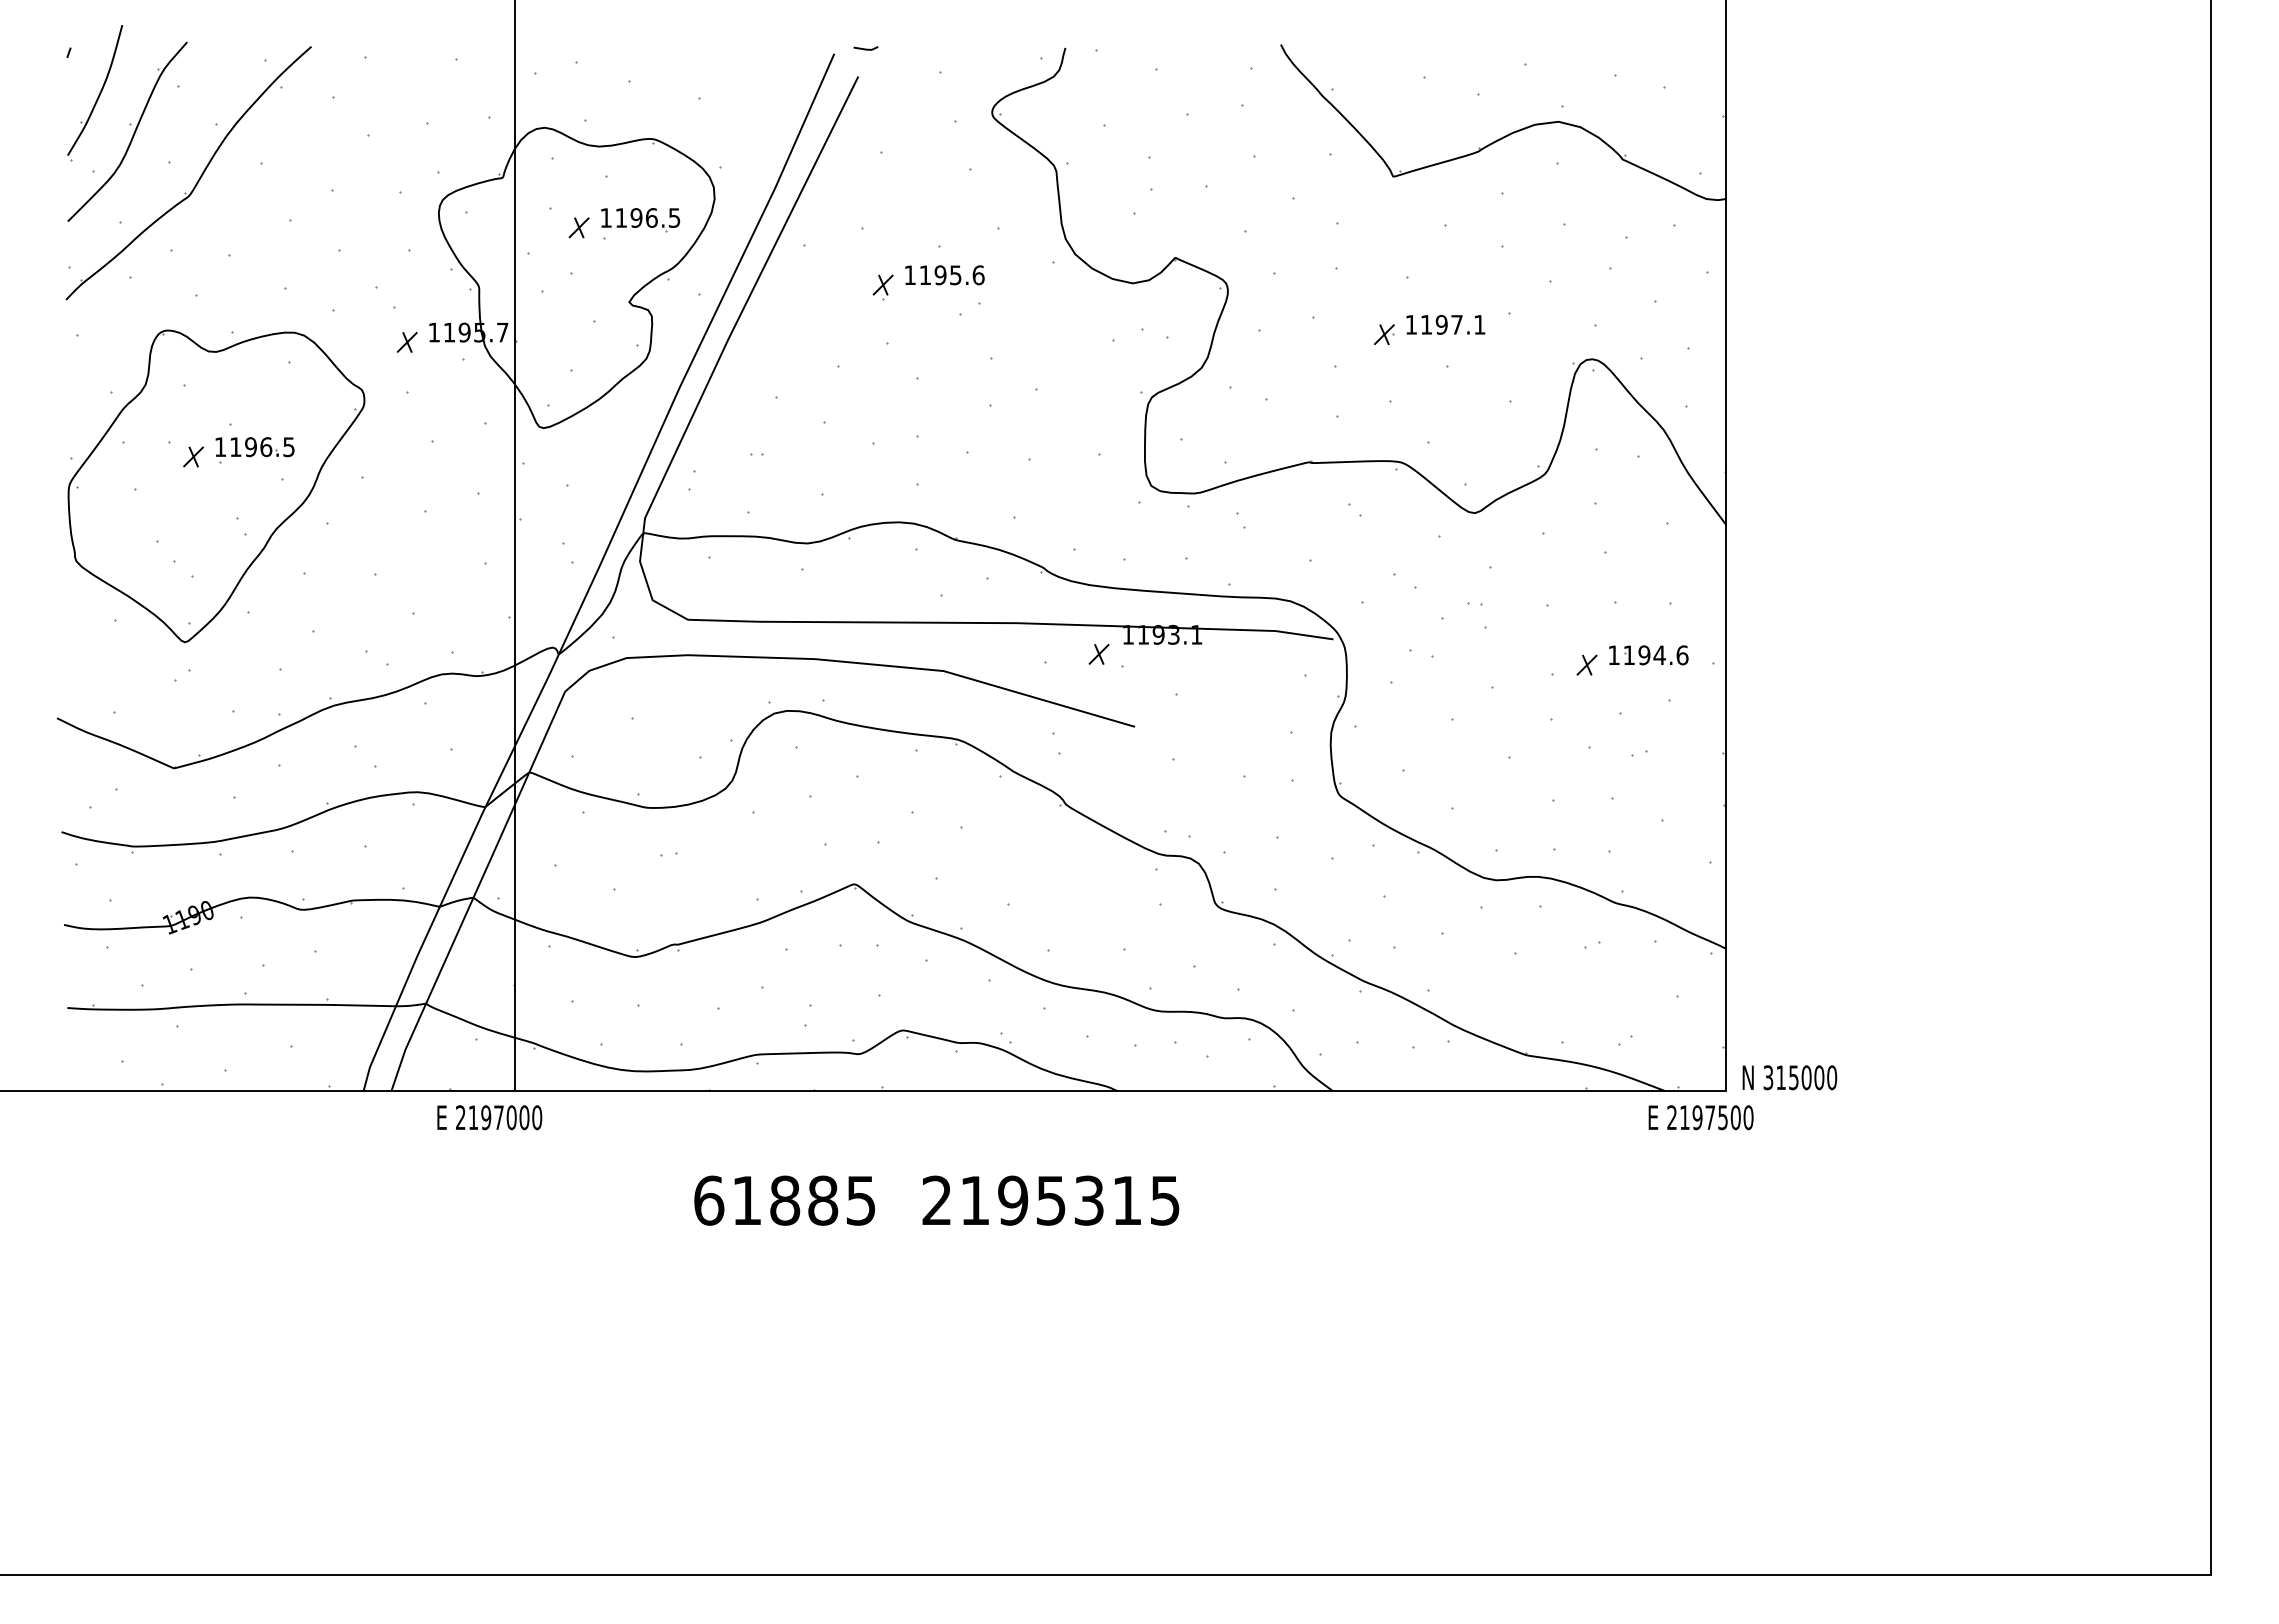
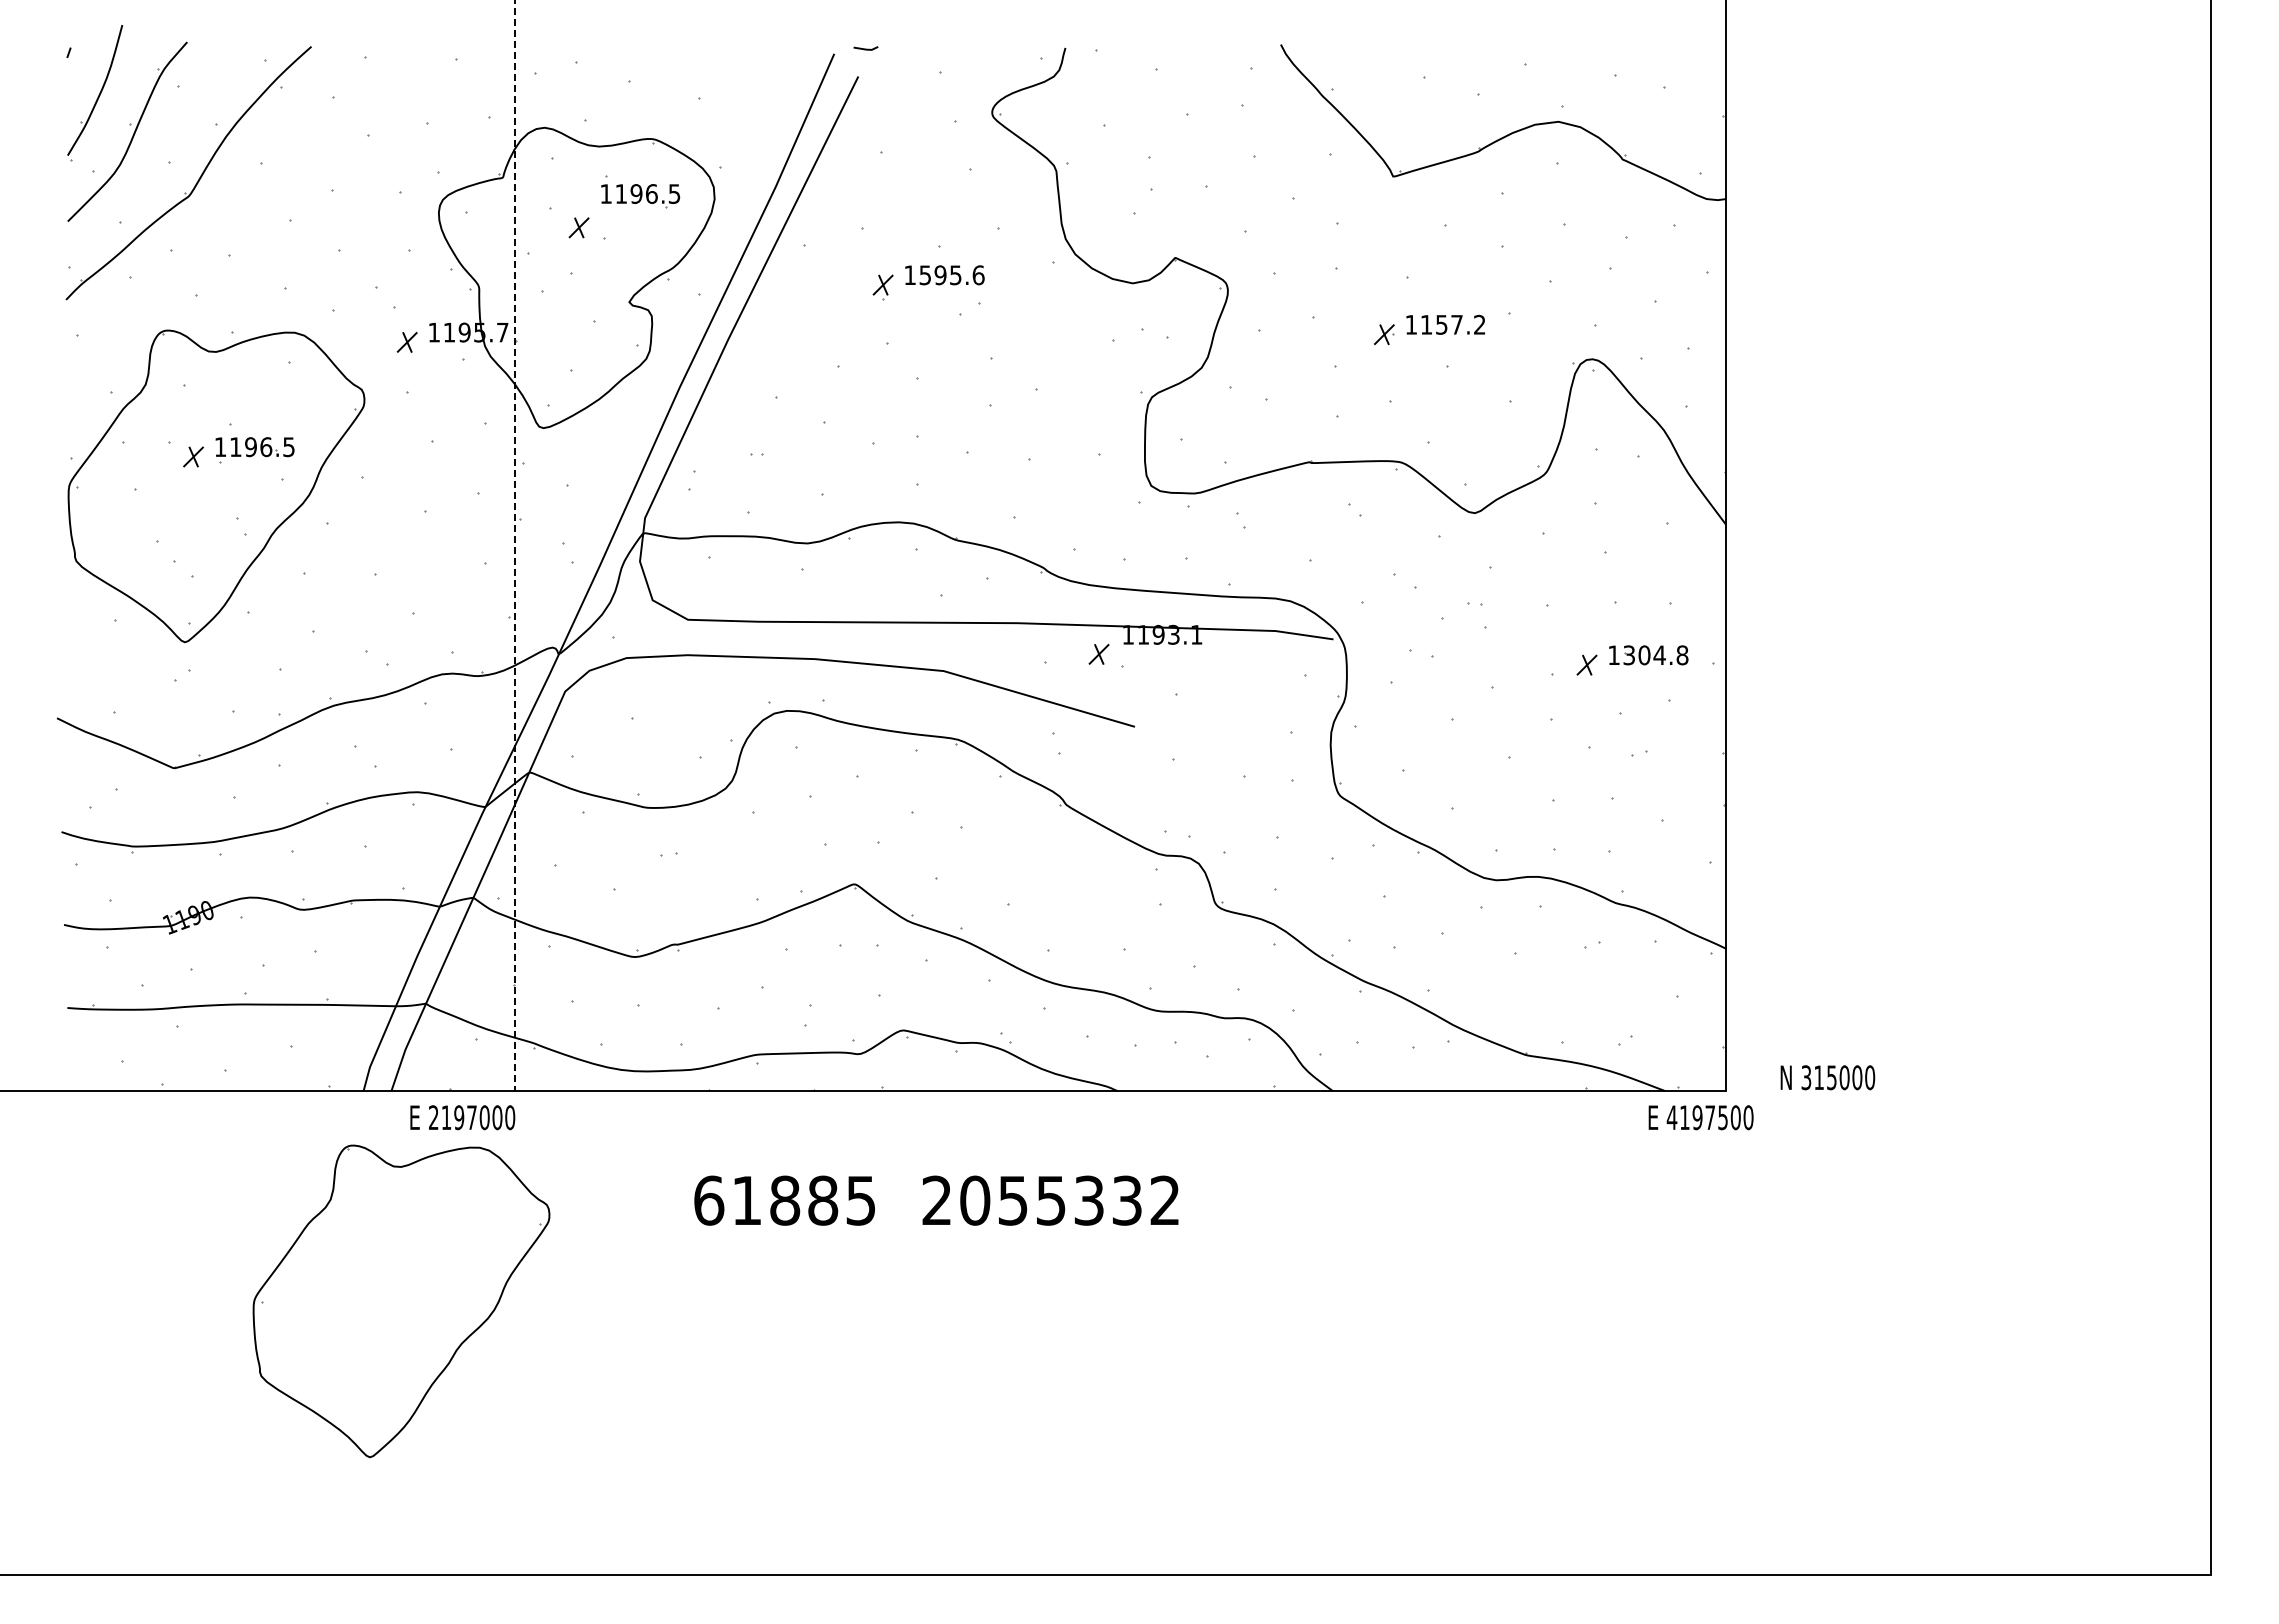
part at (640, 220) position: (640, 220) -> (640, 196)
text at (924, 275): 1195.6 -> 1595.6
text at (1460, 324): 1197.1 -> 1157.2
line at (515, 546): solid -> dashed
text at (1655, 655): 1194.6 -> 1304.8
text at (1789, 1077) position: (1789, 1077) -> (1827, 1077)
text at (489, 1117) position: (489, 1117) -> (462, 1117)
text at (1671, 1117): 2197500 -> 4197500
text at (1069, 1200): 2195315 -> 2055332
part at (401, 1301): none -> present
